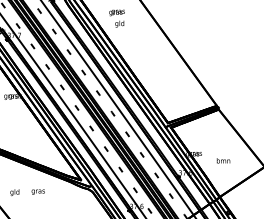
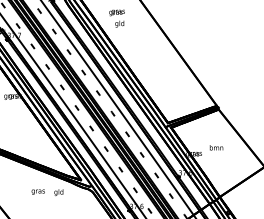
text at (223, 160) position: (223, 160) -> (216, 147)
text at (14, 192) position: (14, 192) -> (58, 192)
